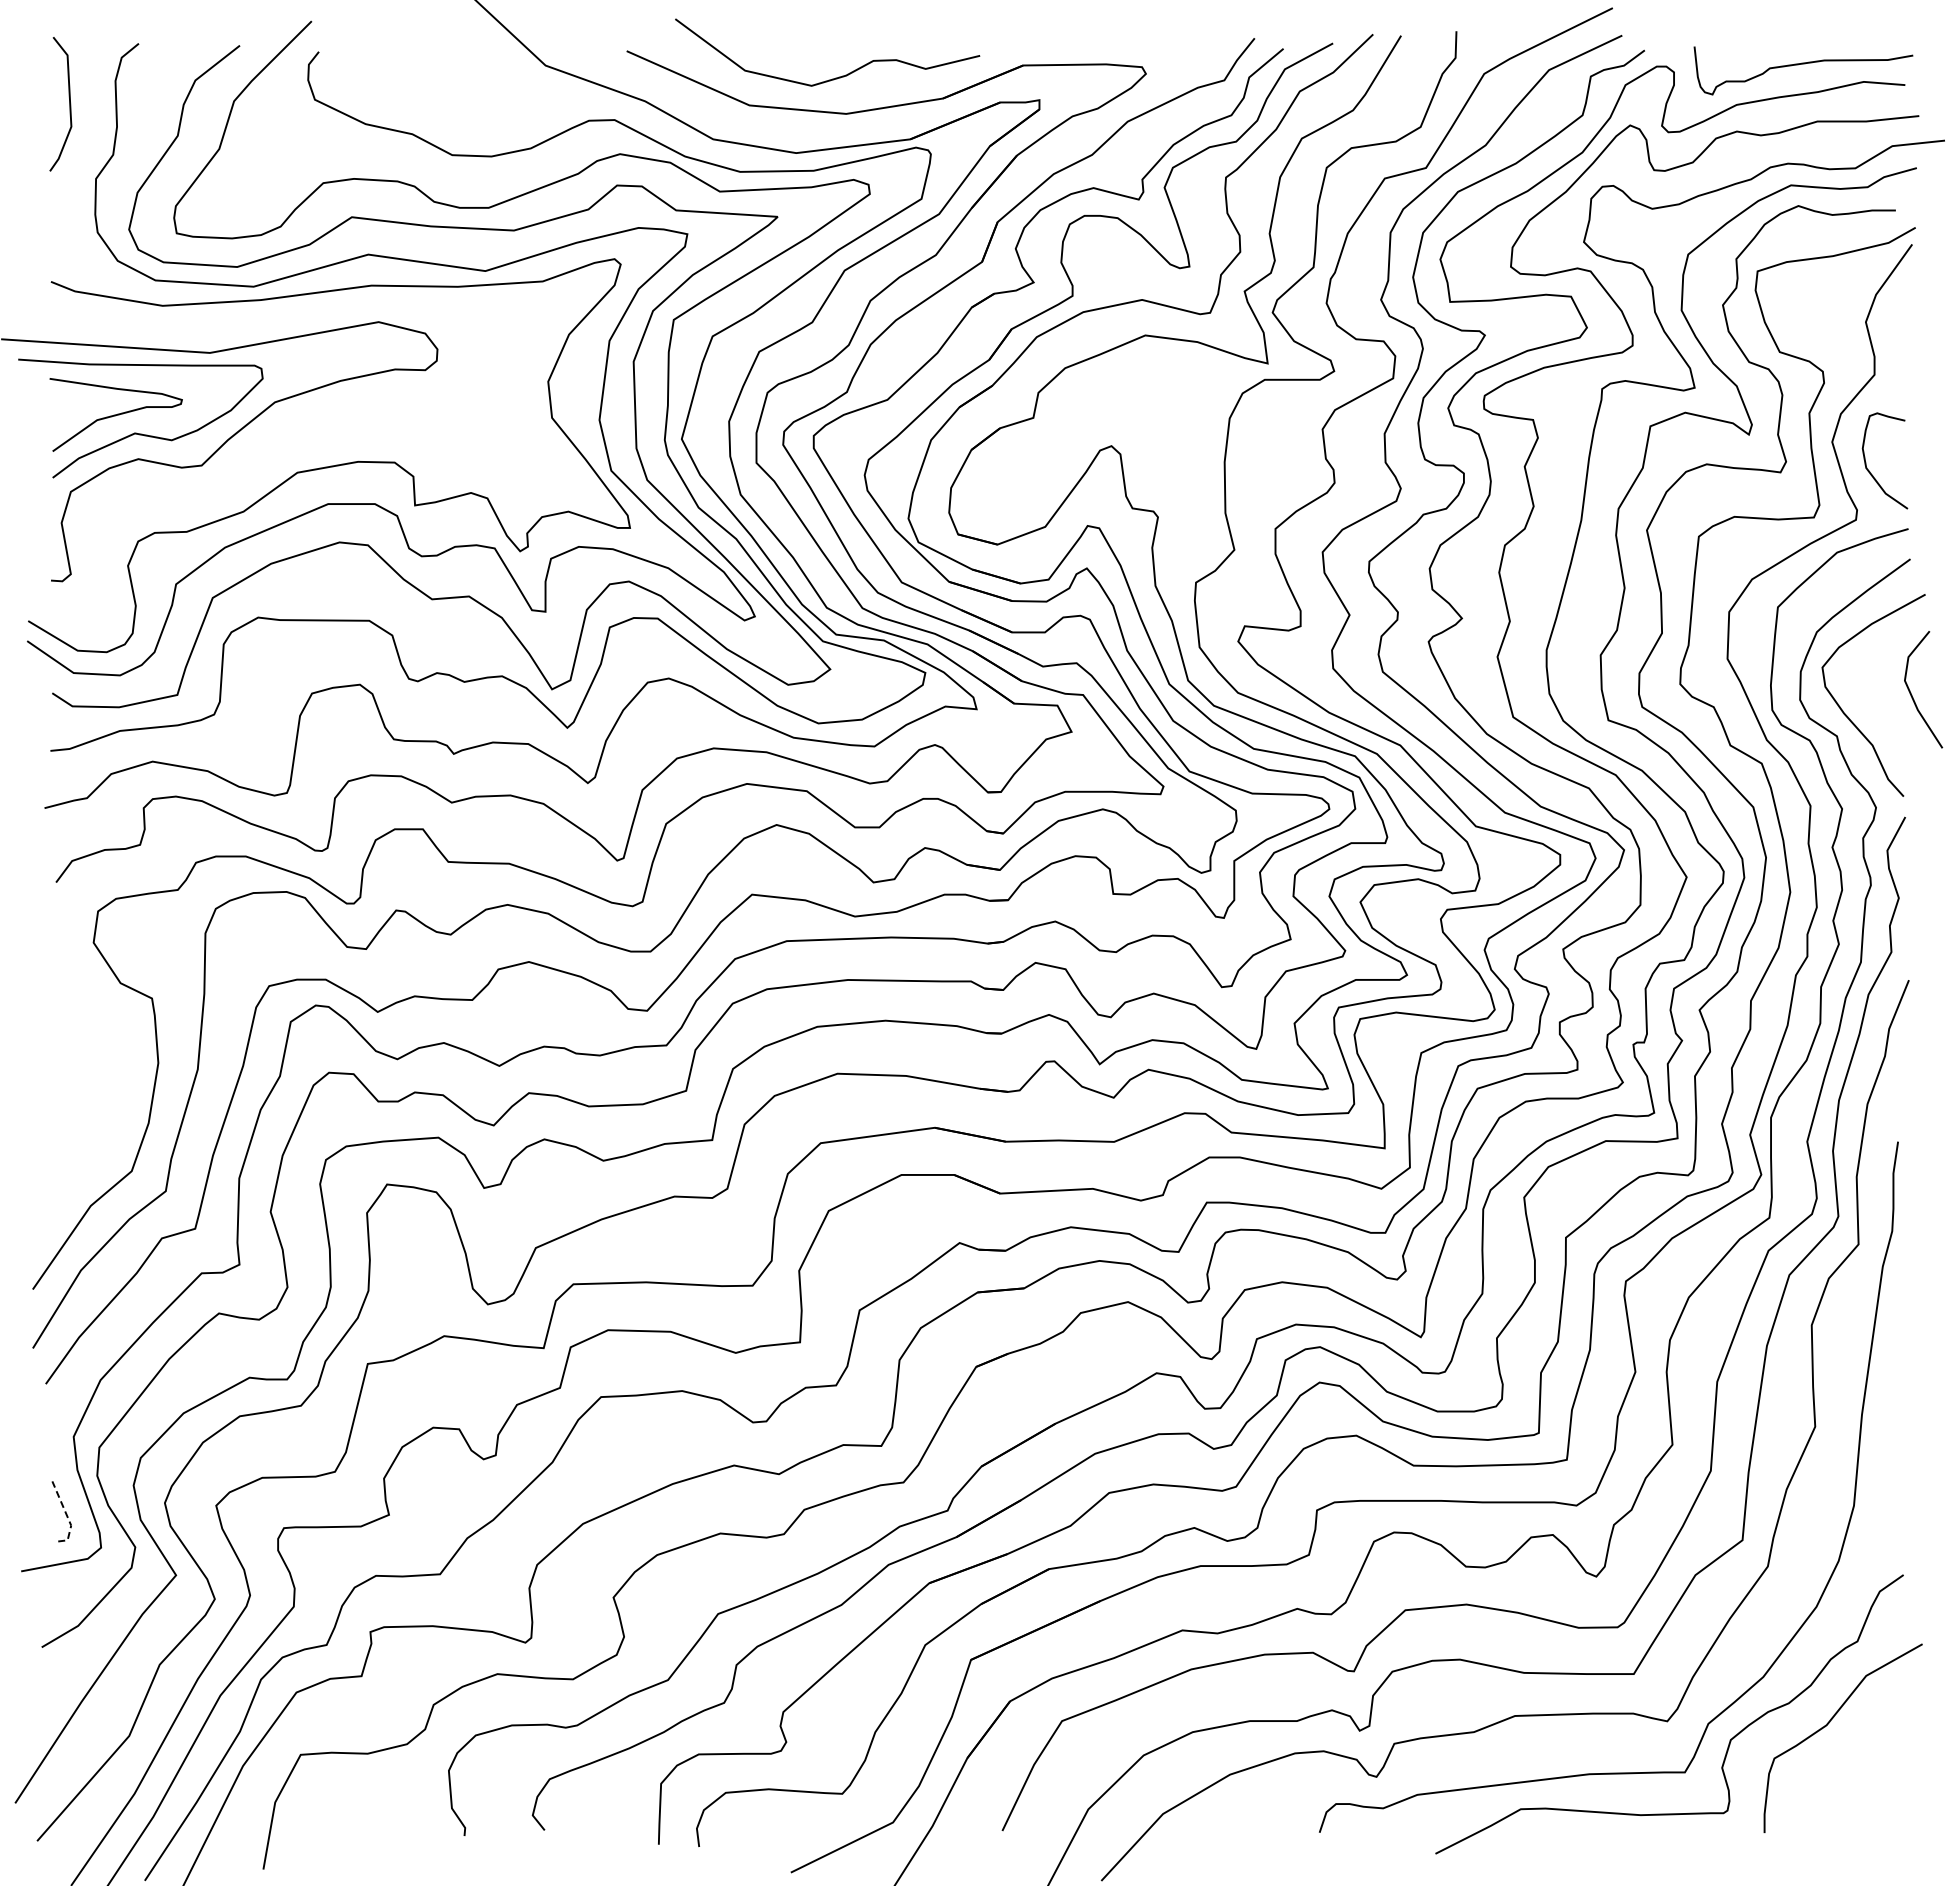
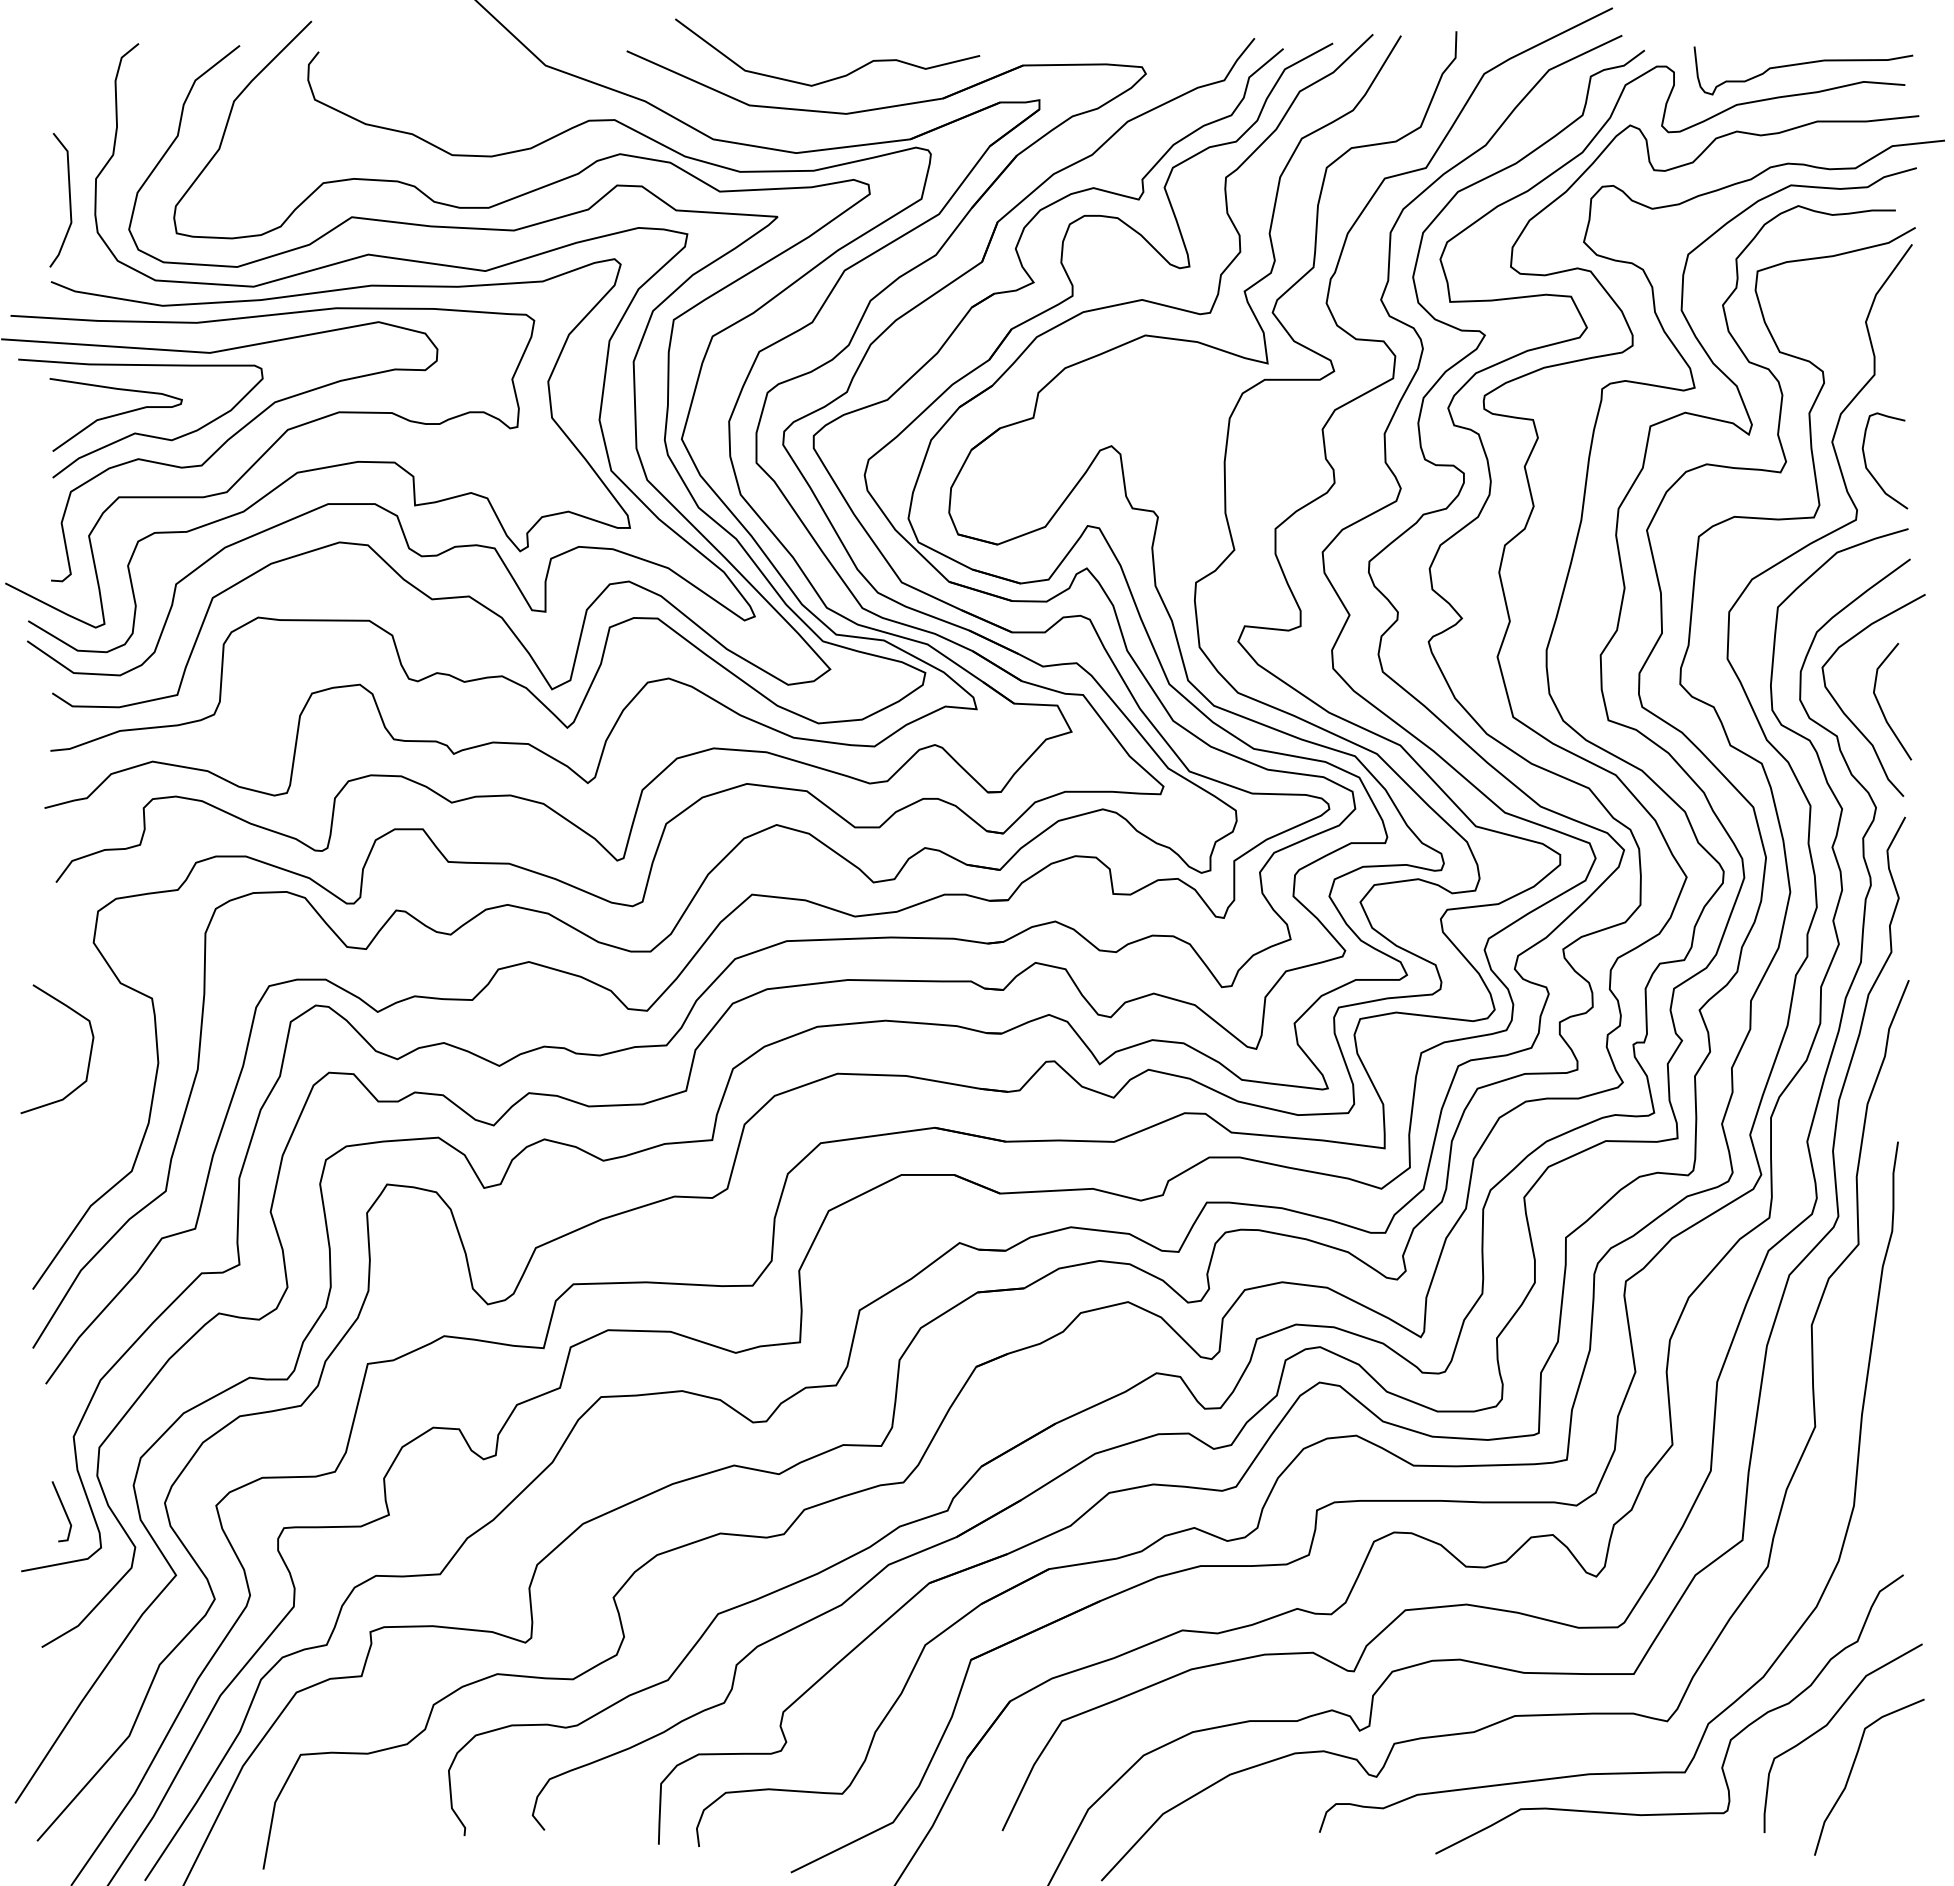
line at (69, 104) position: (69, 104) -> (69, 200)
curve at (261, 458): none -> present
line at (1911, 692) position: (1911, 692) -> (1880, 704)
curve at (89, 1054): none -> present
line at (67, 1515): dashed -> solid
curve at (1852, 1770): none -> present
